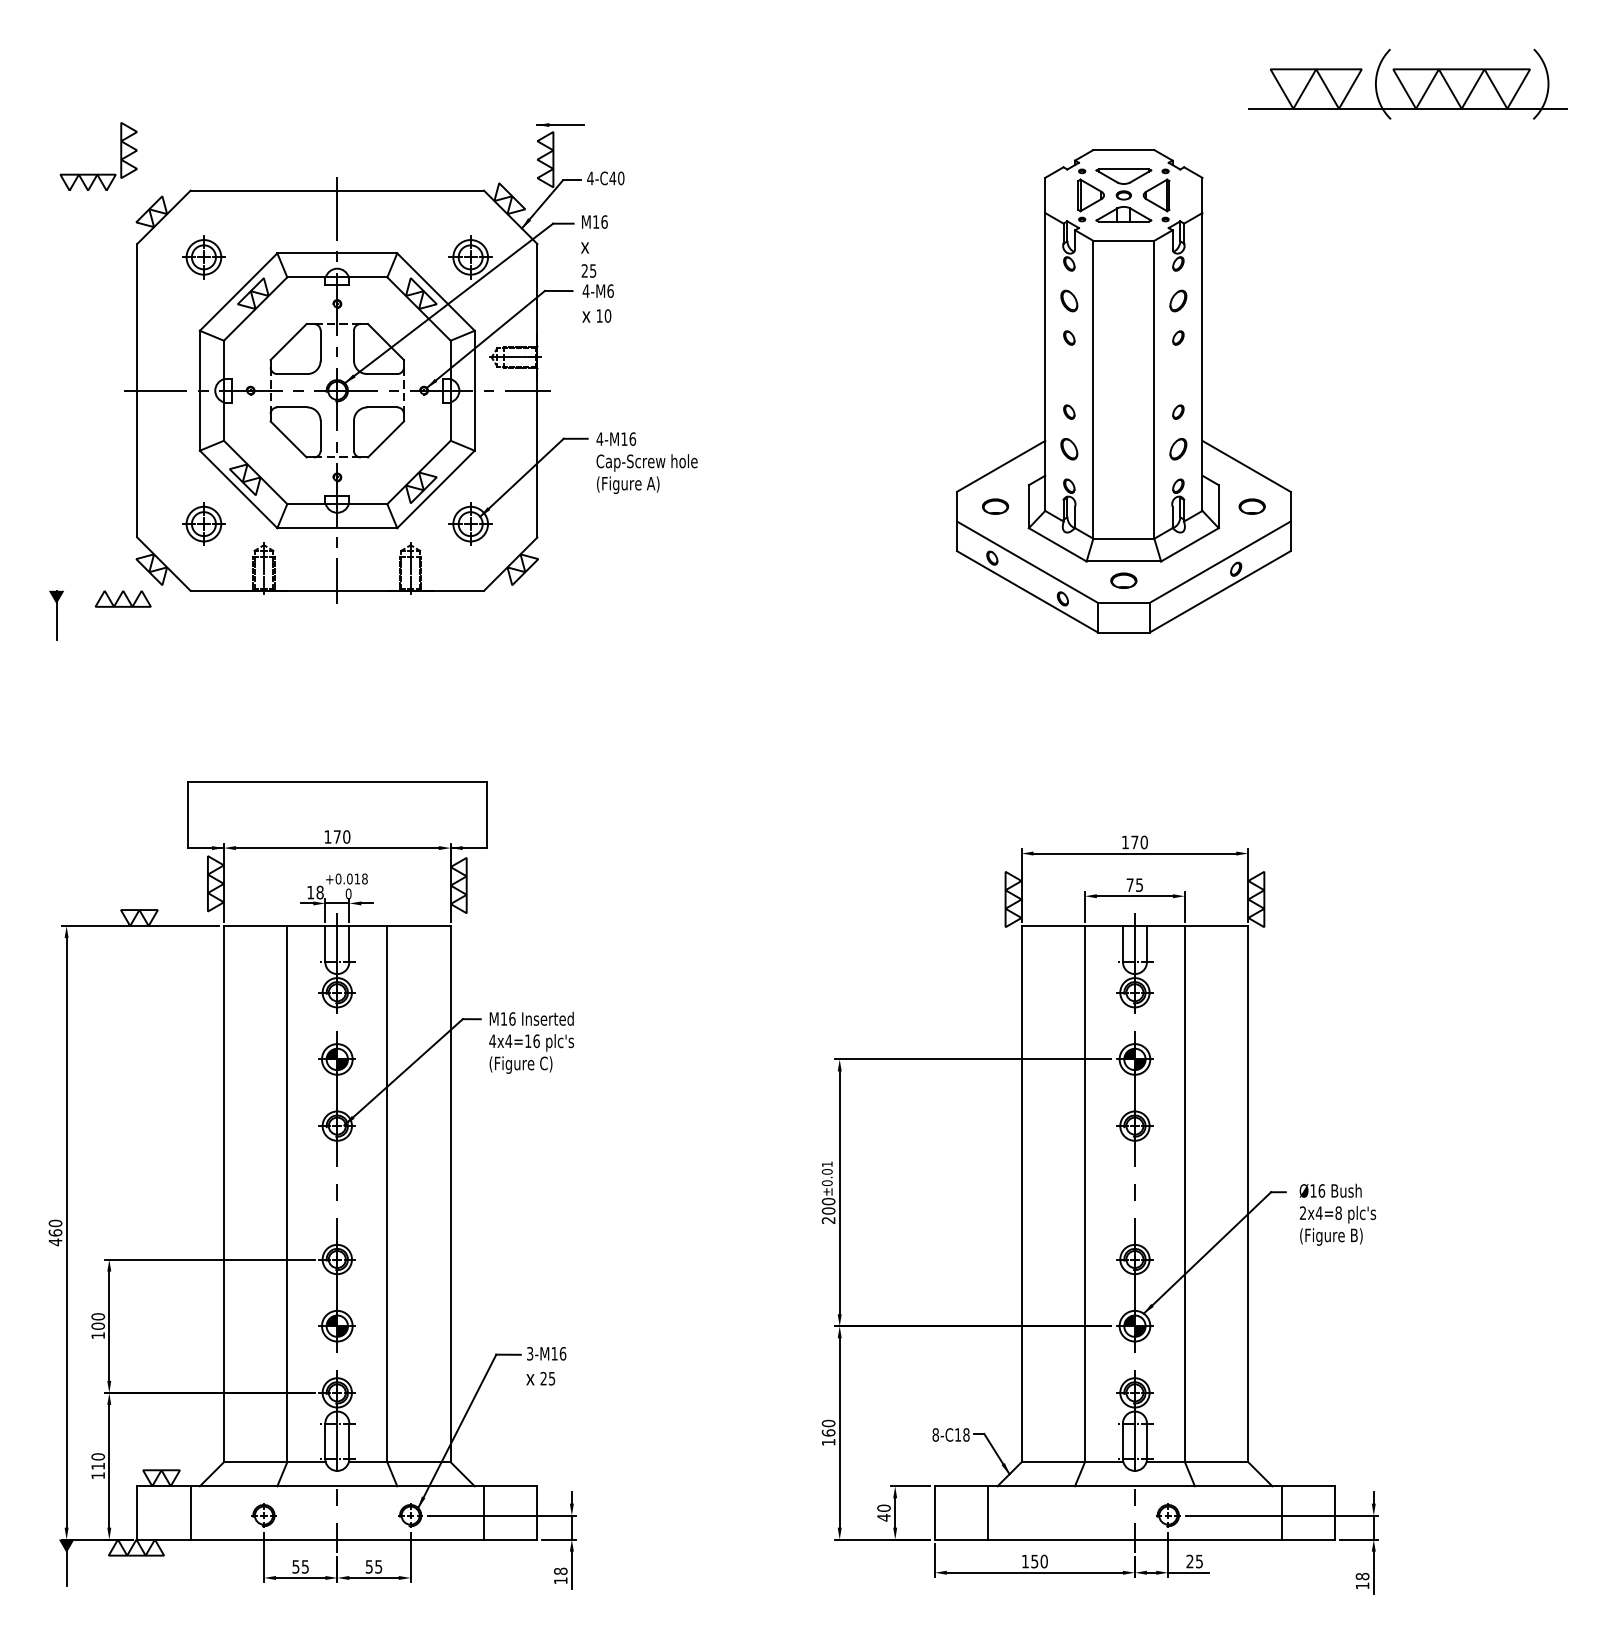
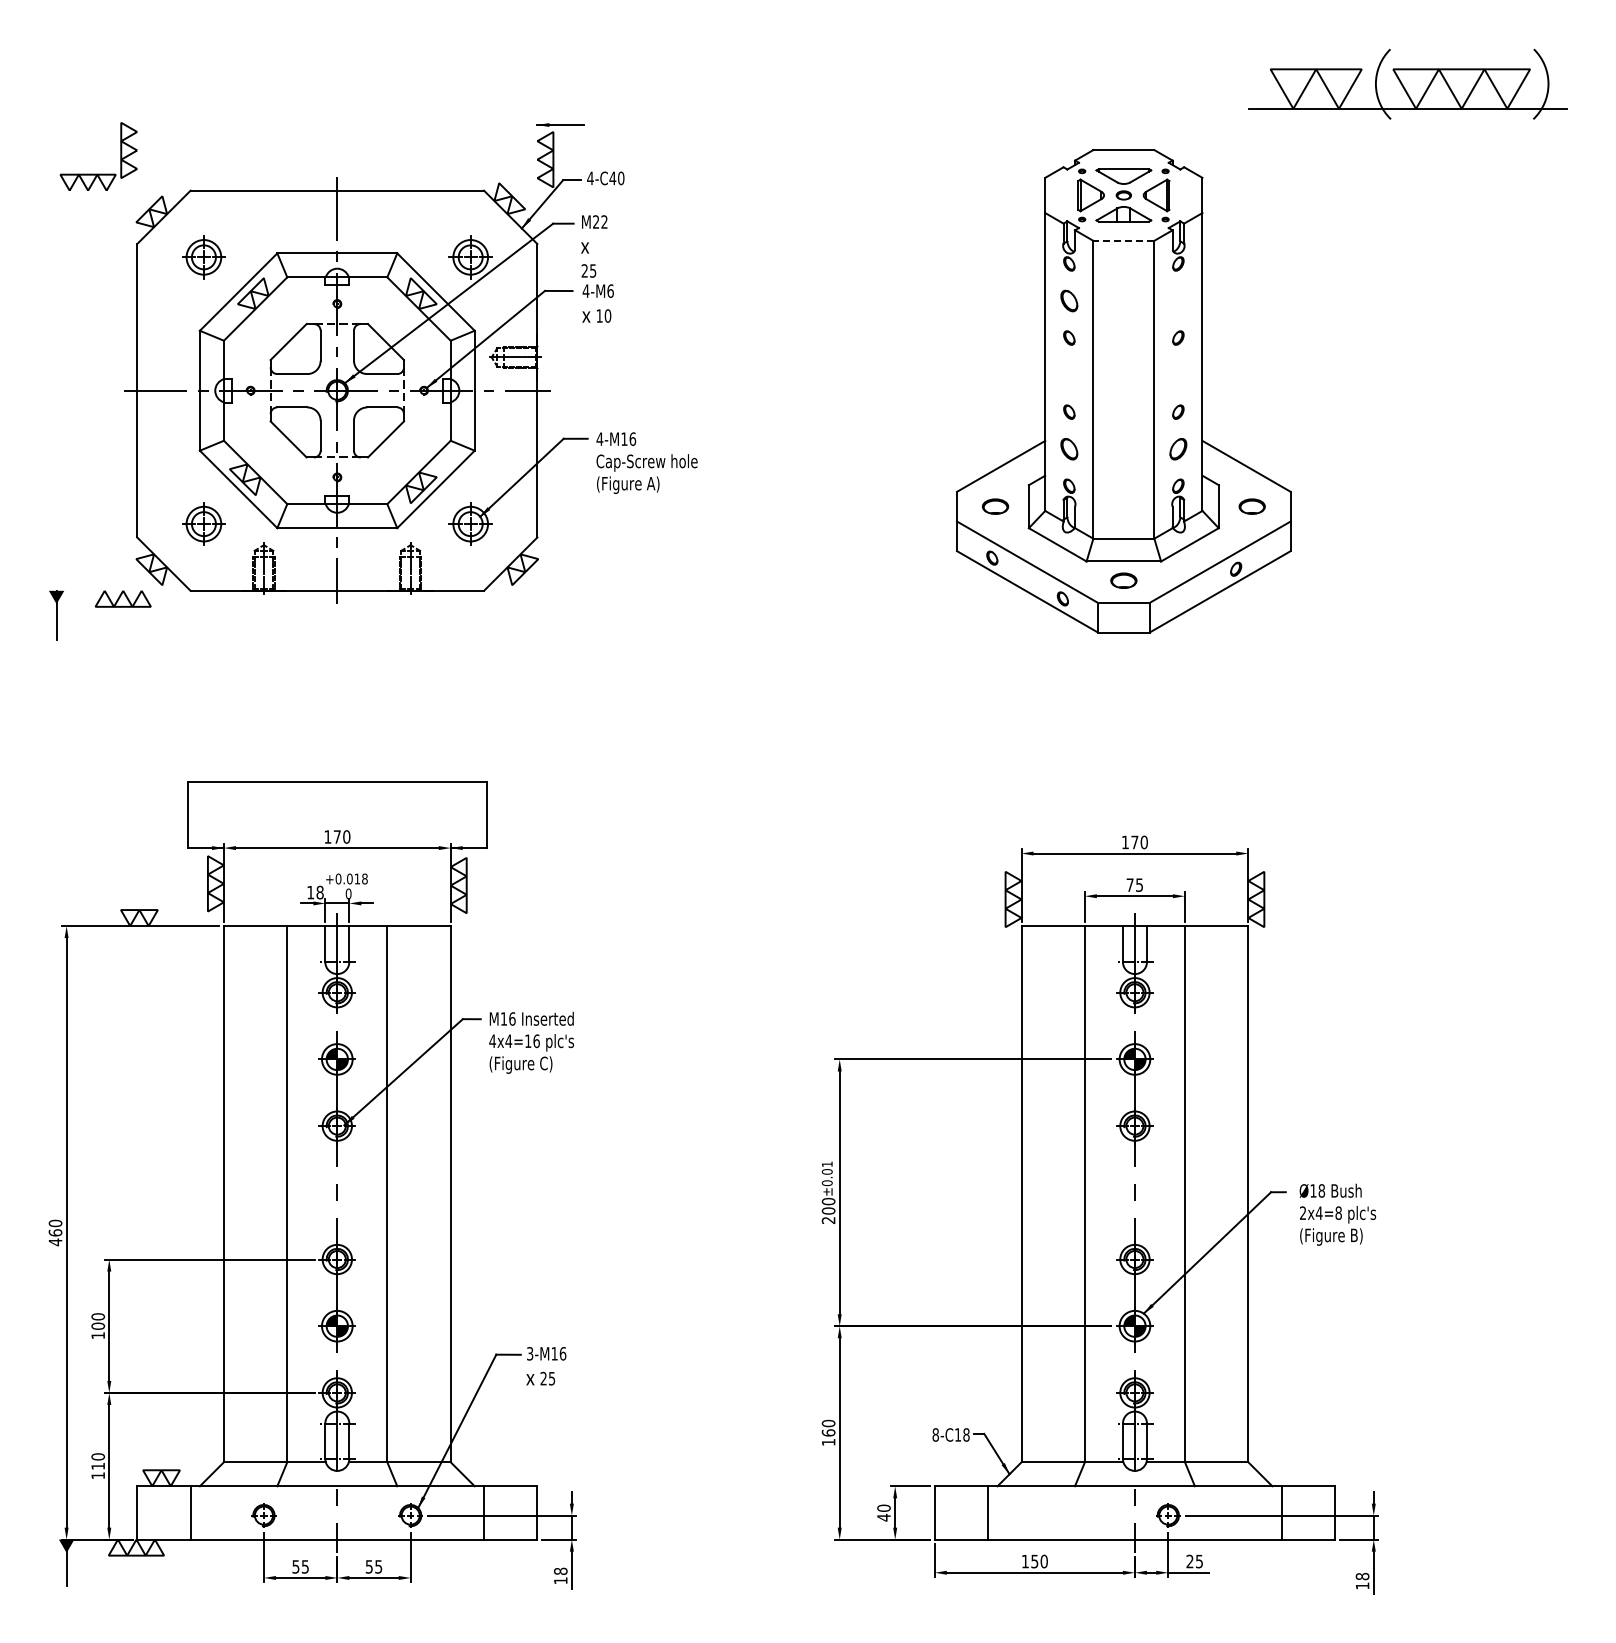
text at (600, 221): M16 -> M22
line at (1123, 240): solid -> dashed
part at (1178, 300): present -> none
text at (1321, 1190): Ø16 -> Ø18
